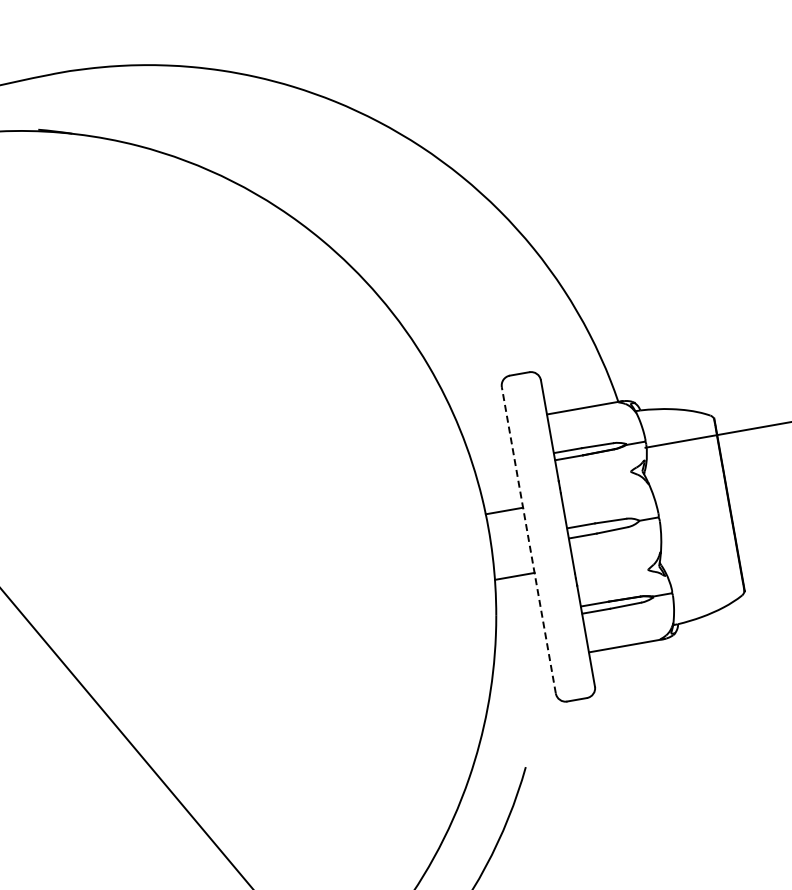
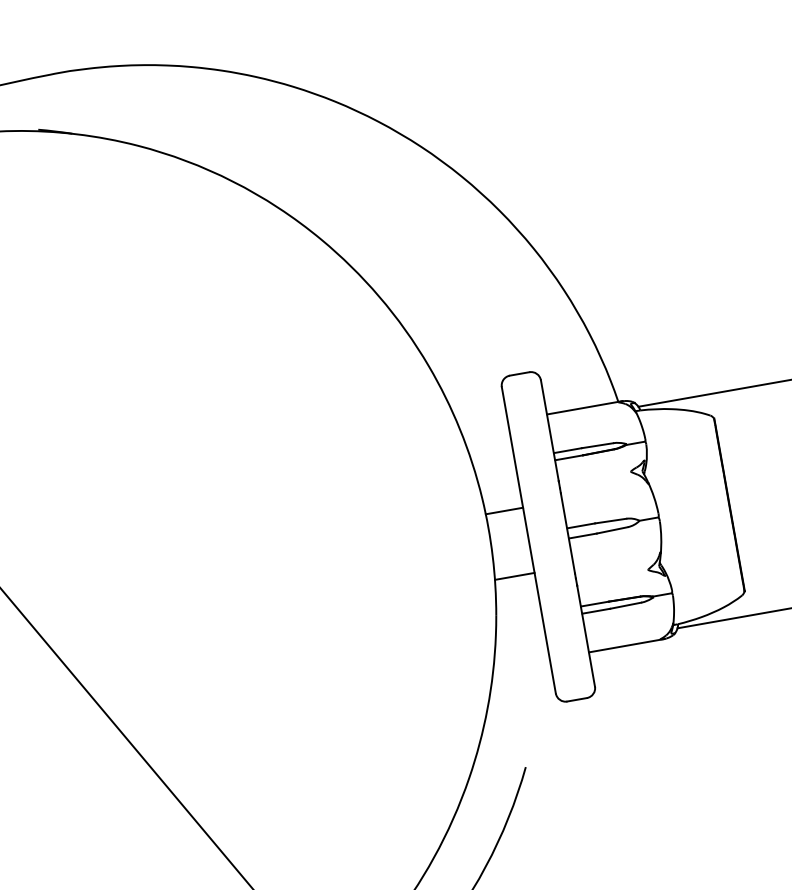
line at (716, 434) position: (716, 434) -> (713, 393)
line at (528, 540): dashed -> solid
line at (732, 618): none -> present
